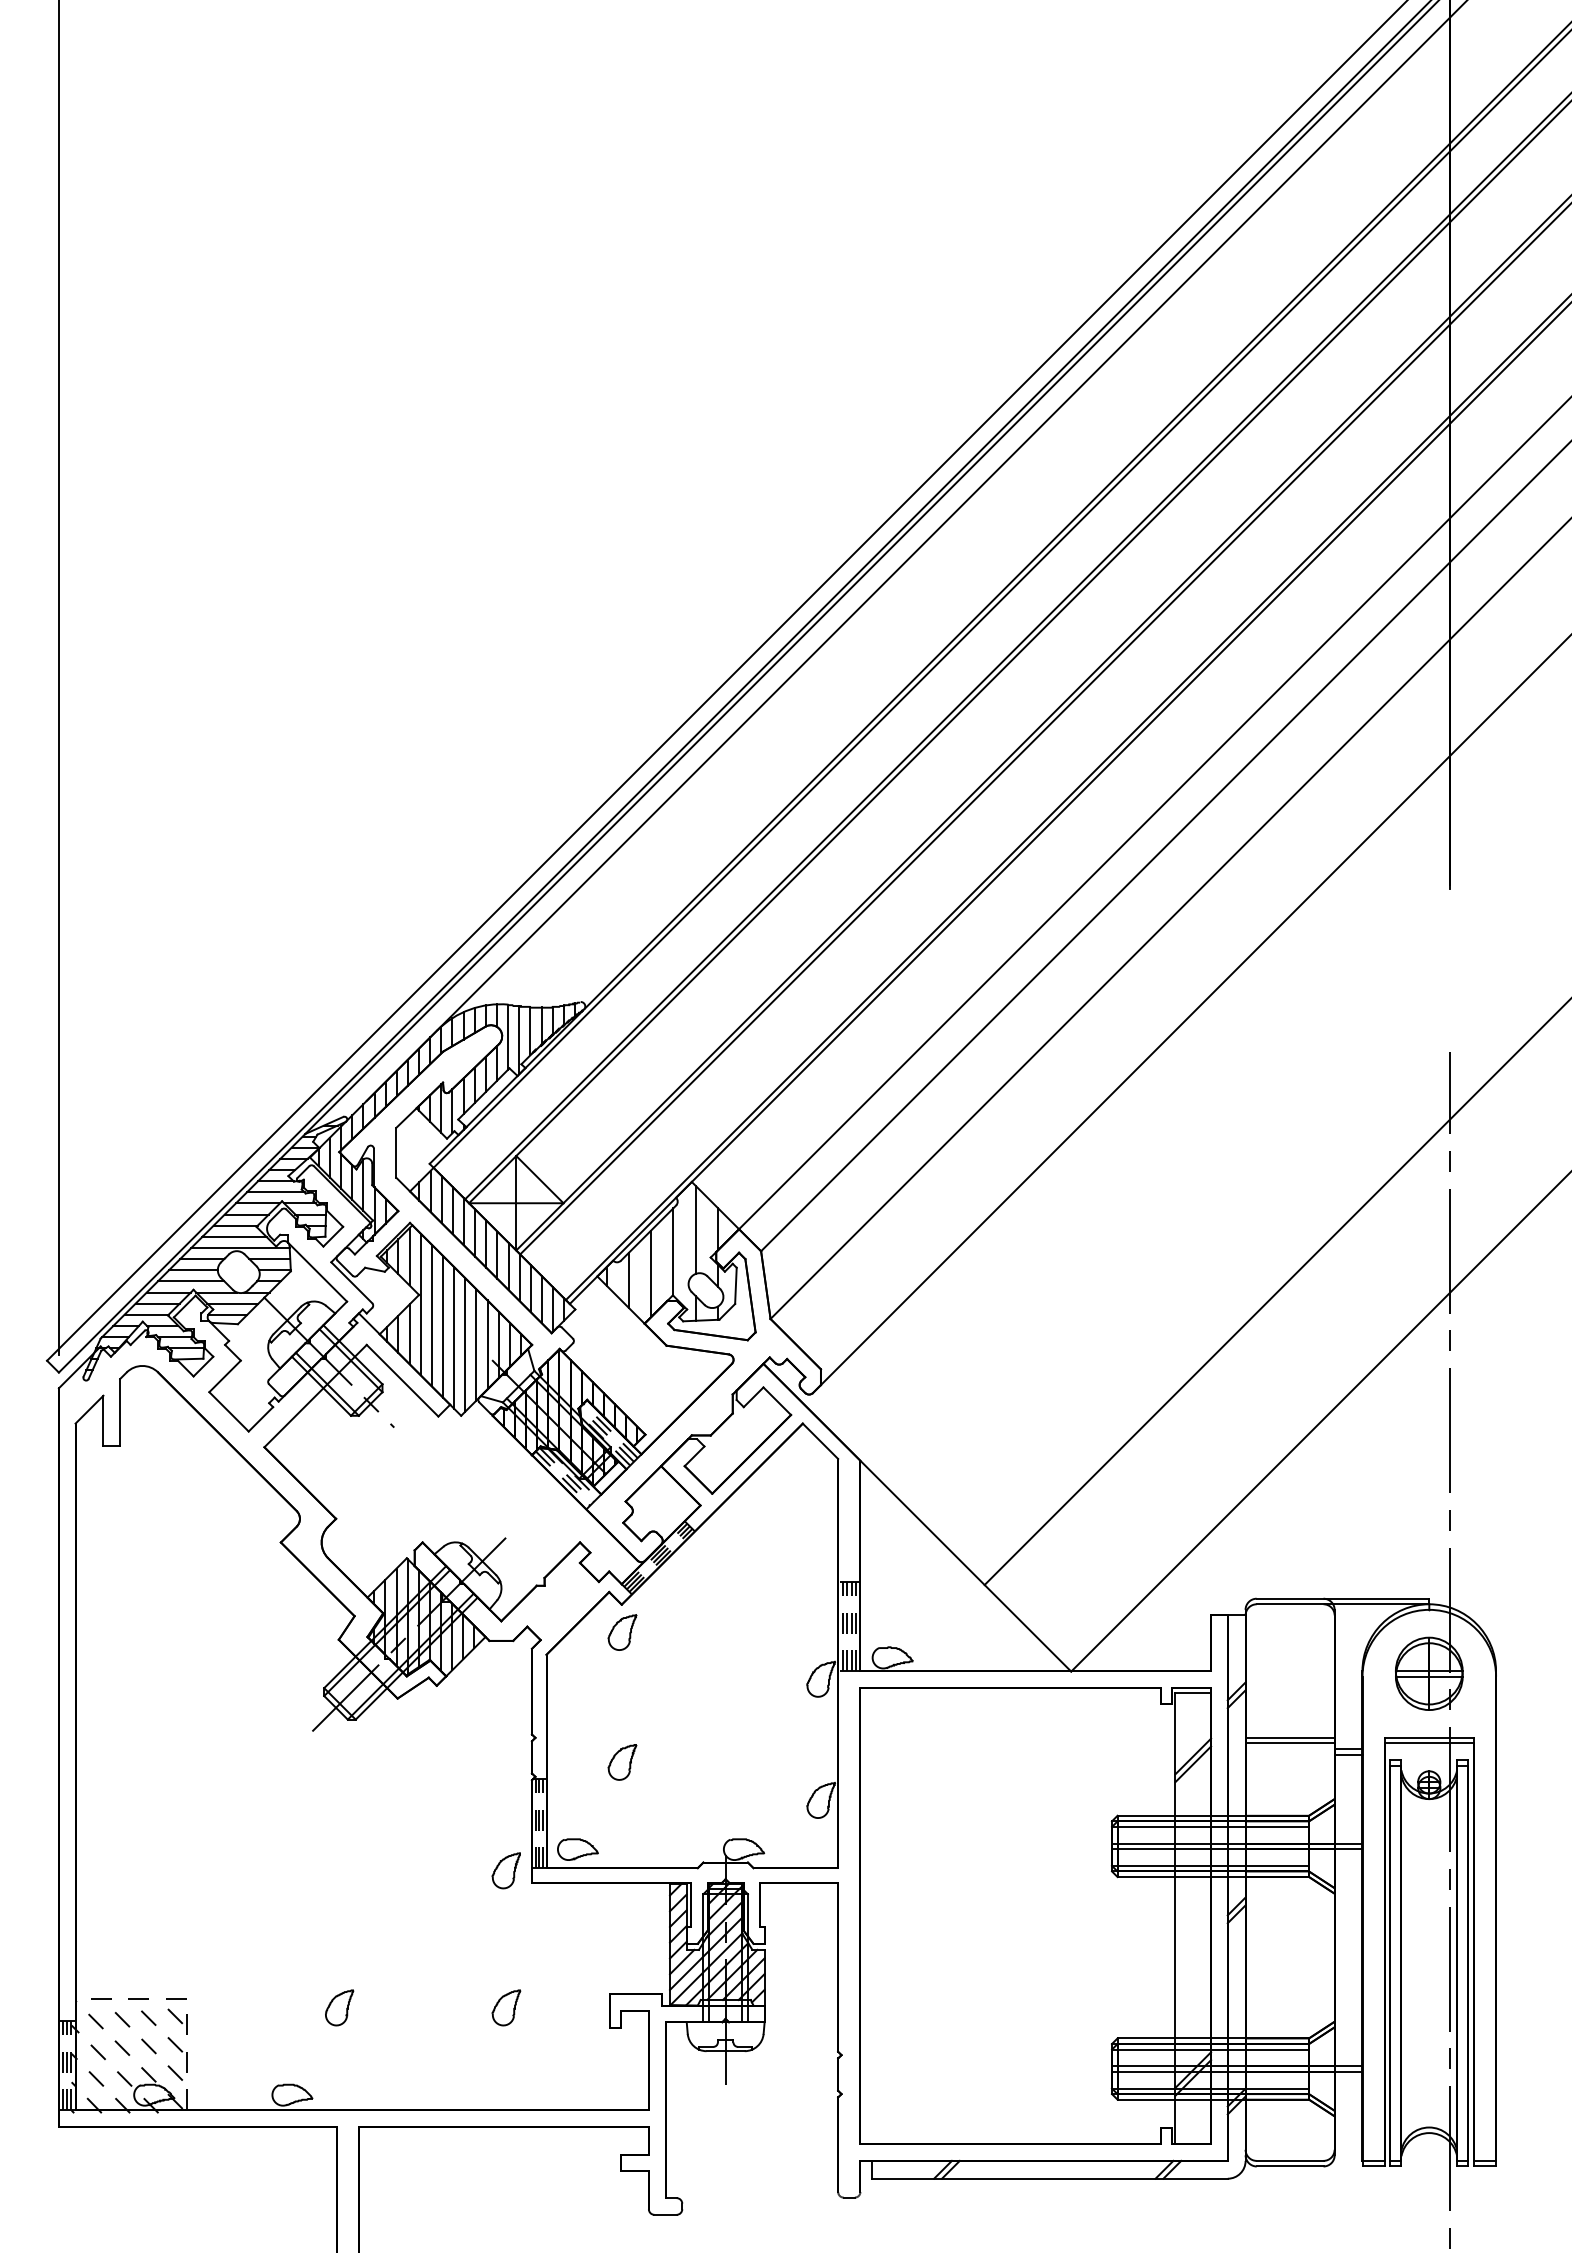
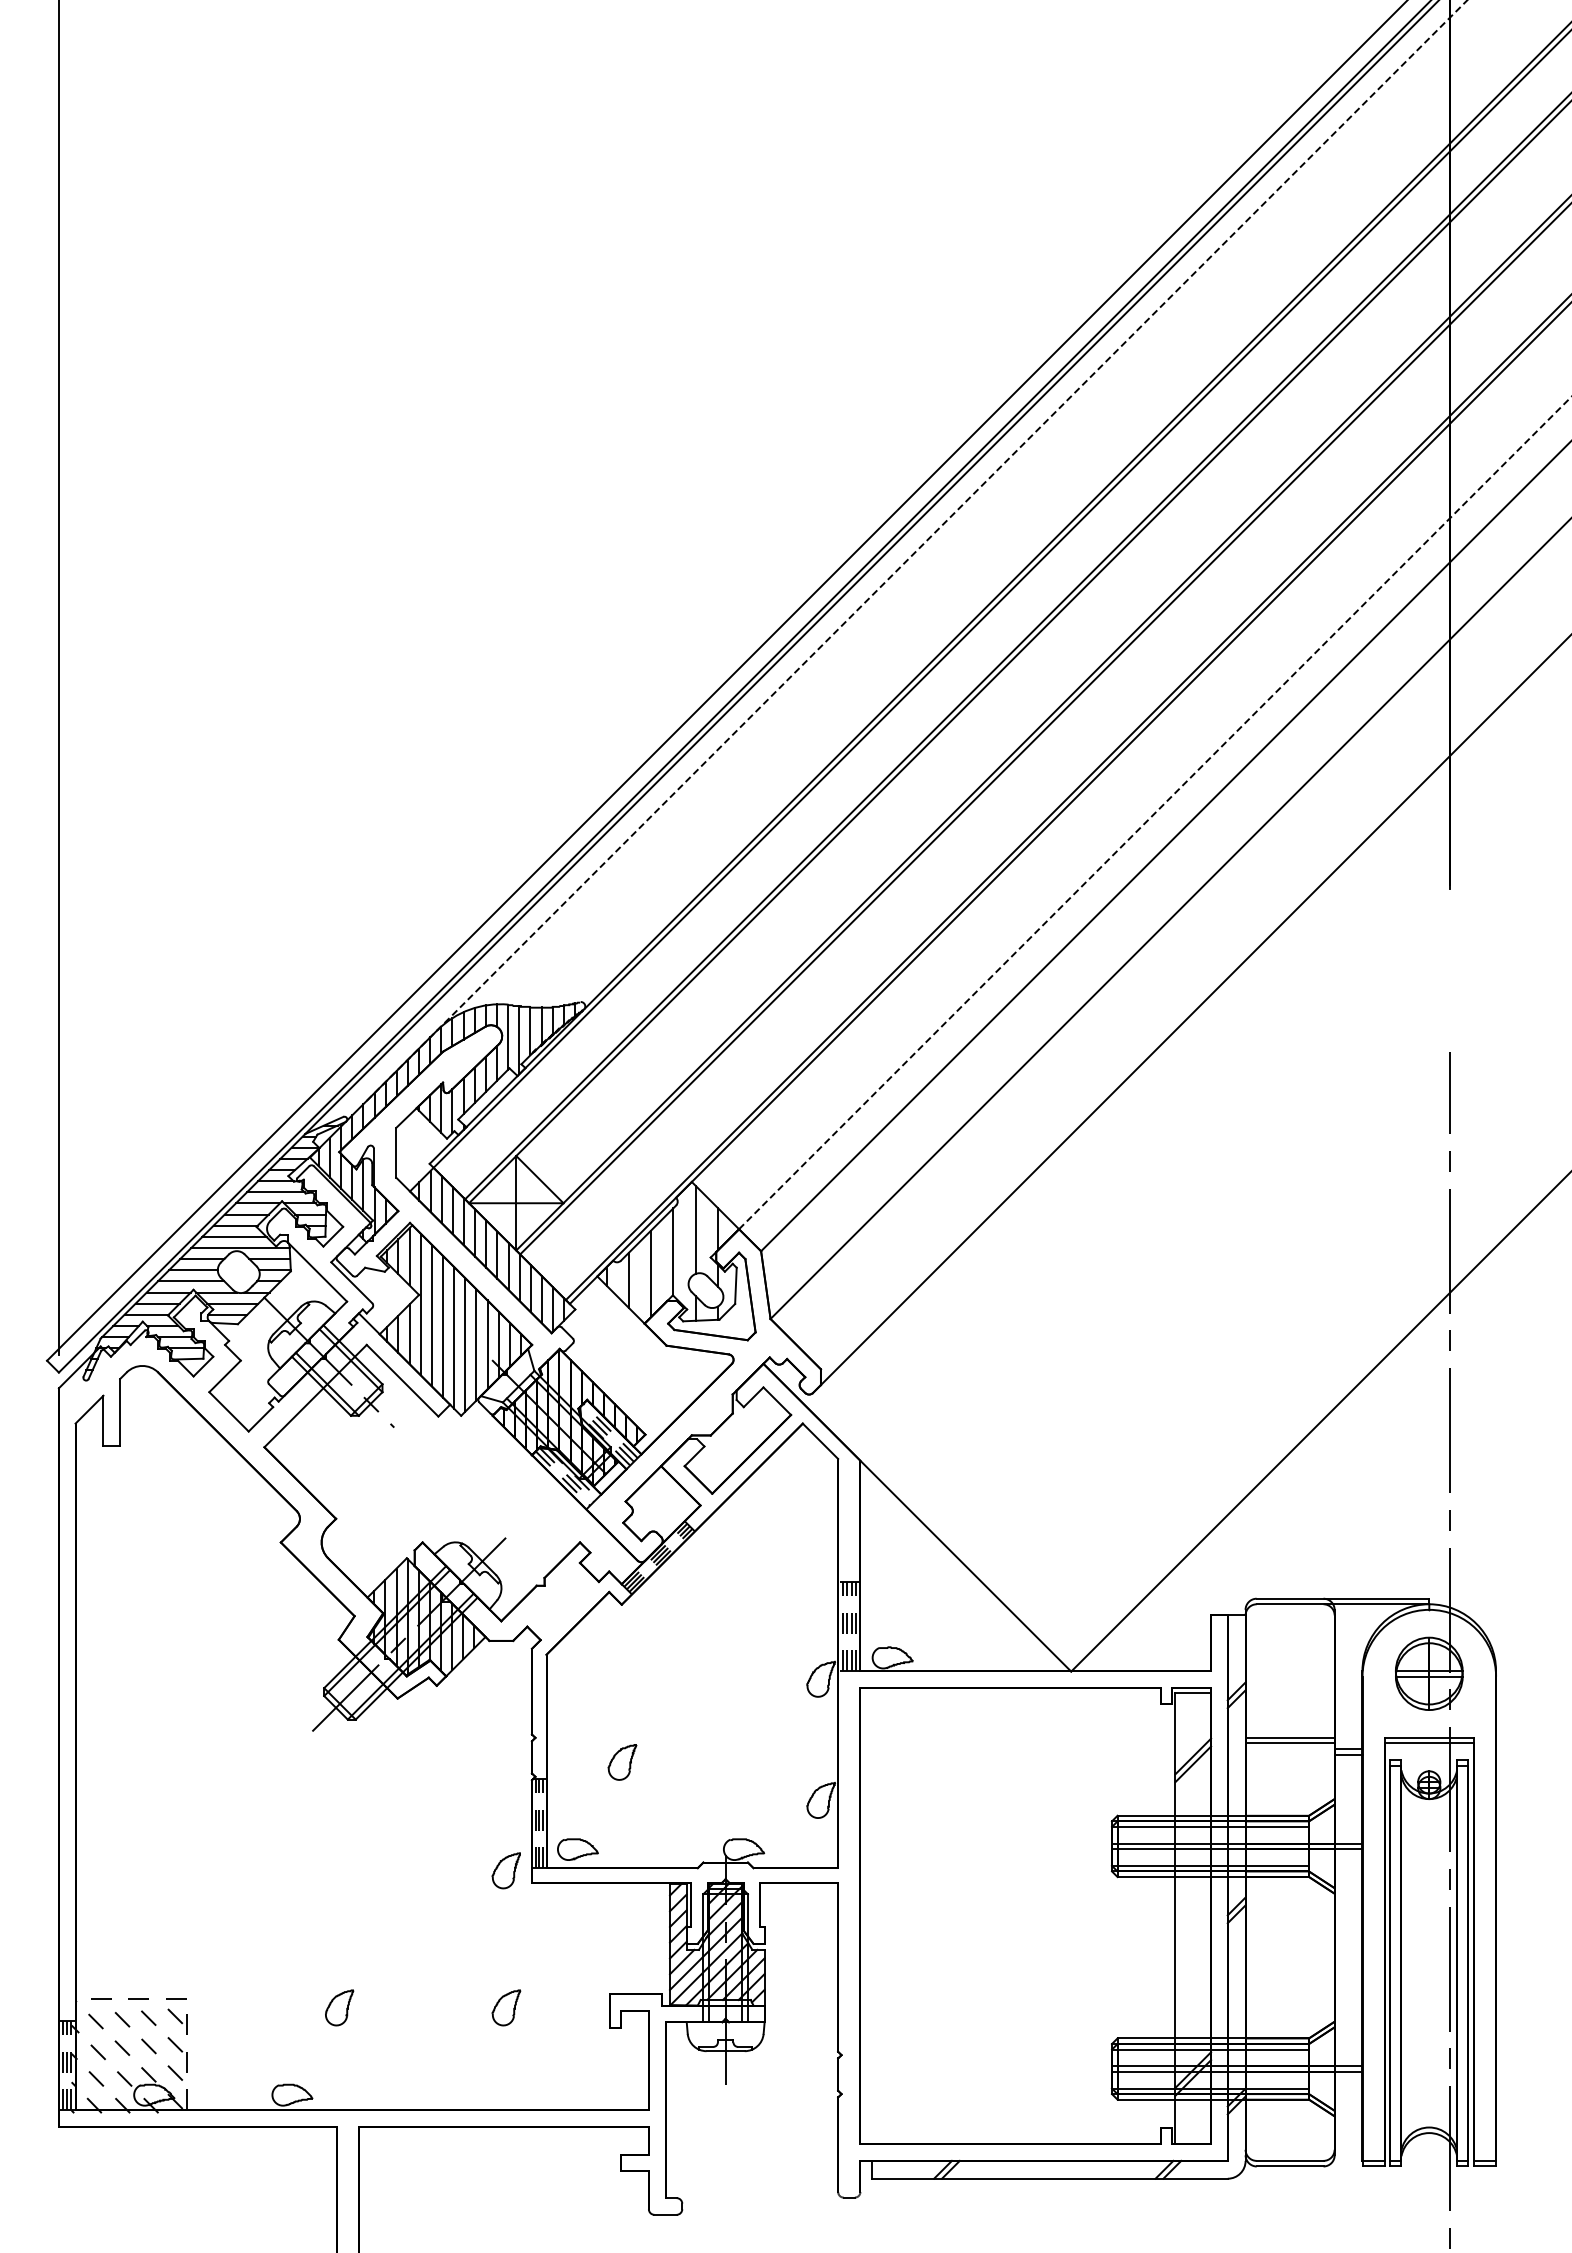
line at (917, 550): solid -> dashed
line at (1155, 812): solid -> dashed
line at (1276, 1292): present -> none
part at (622, 1632): present -> none
